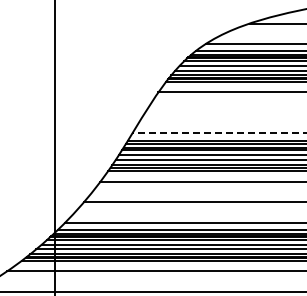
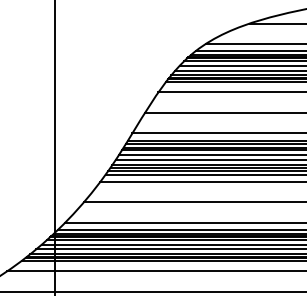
line at (223, 112): none -> present
line at (219, 133): dashed -> solid
line at (204, 174): none -> present
